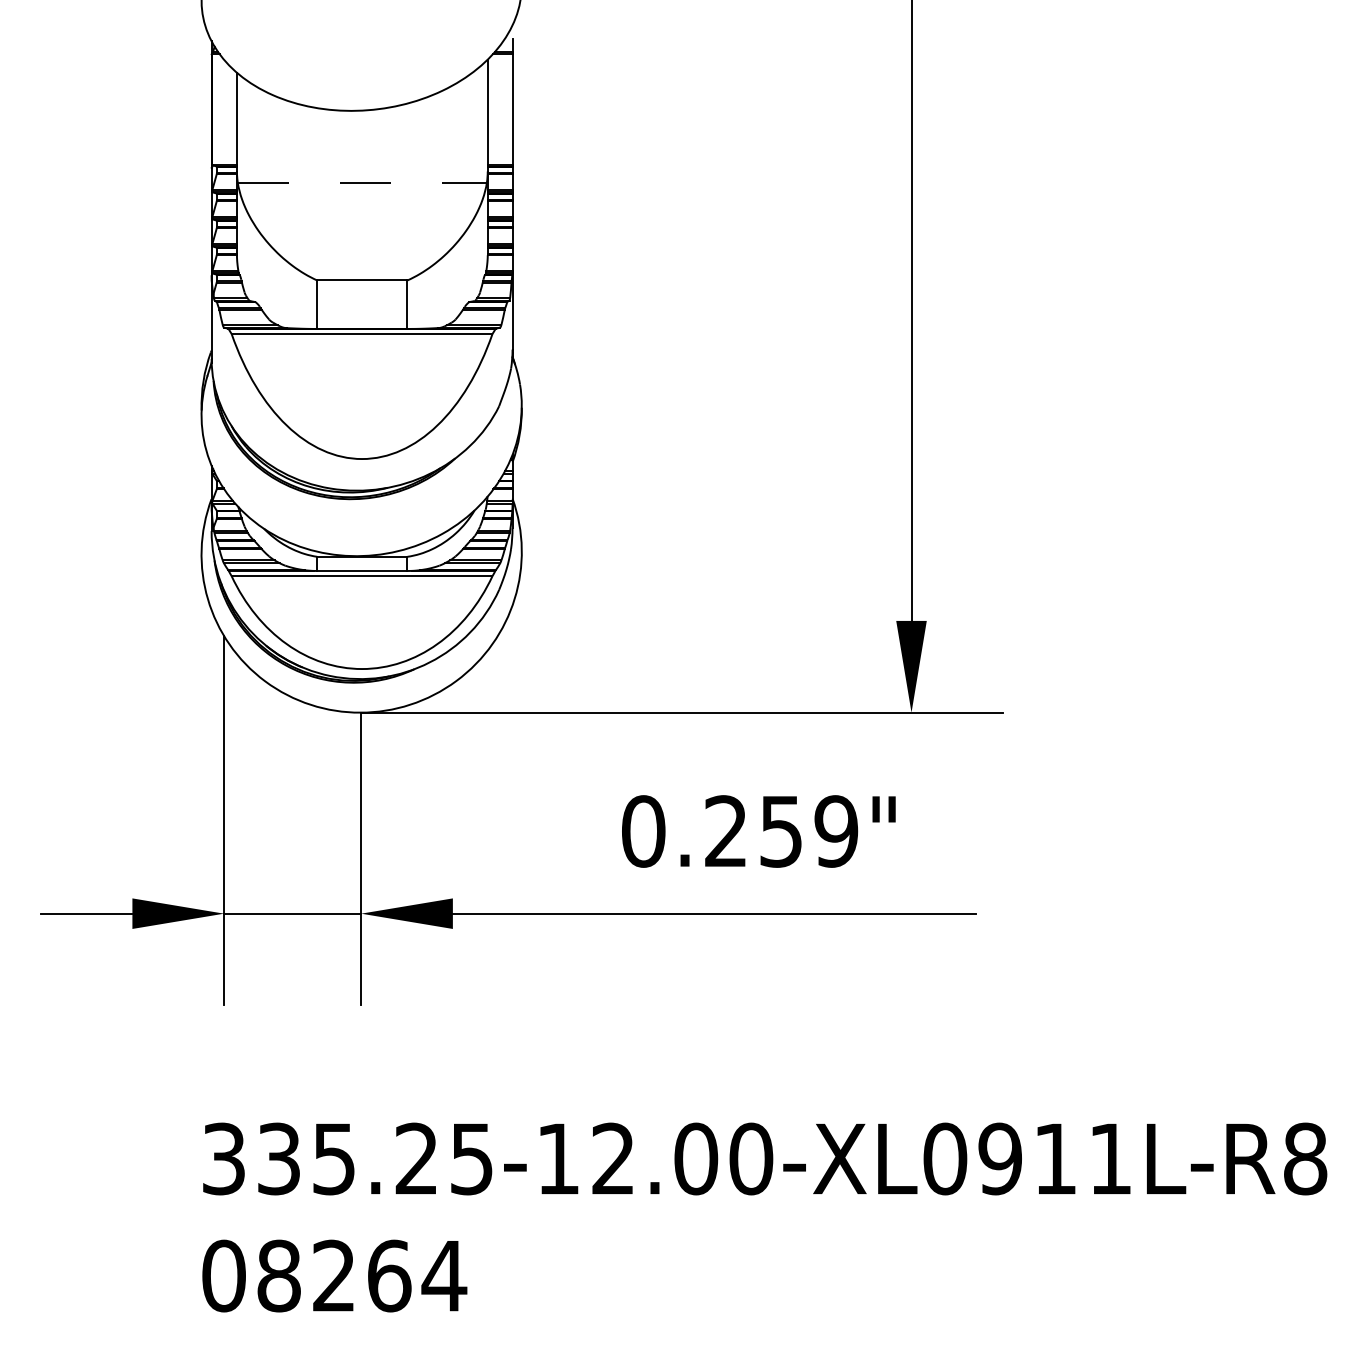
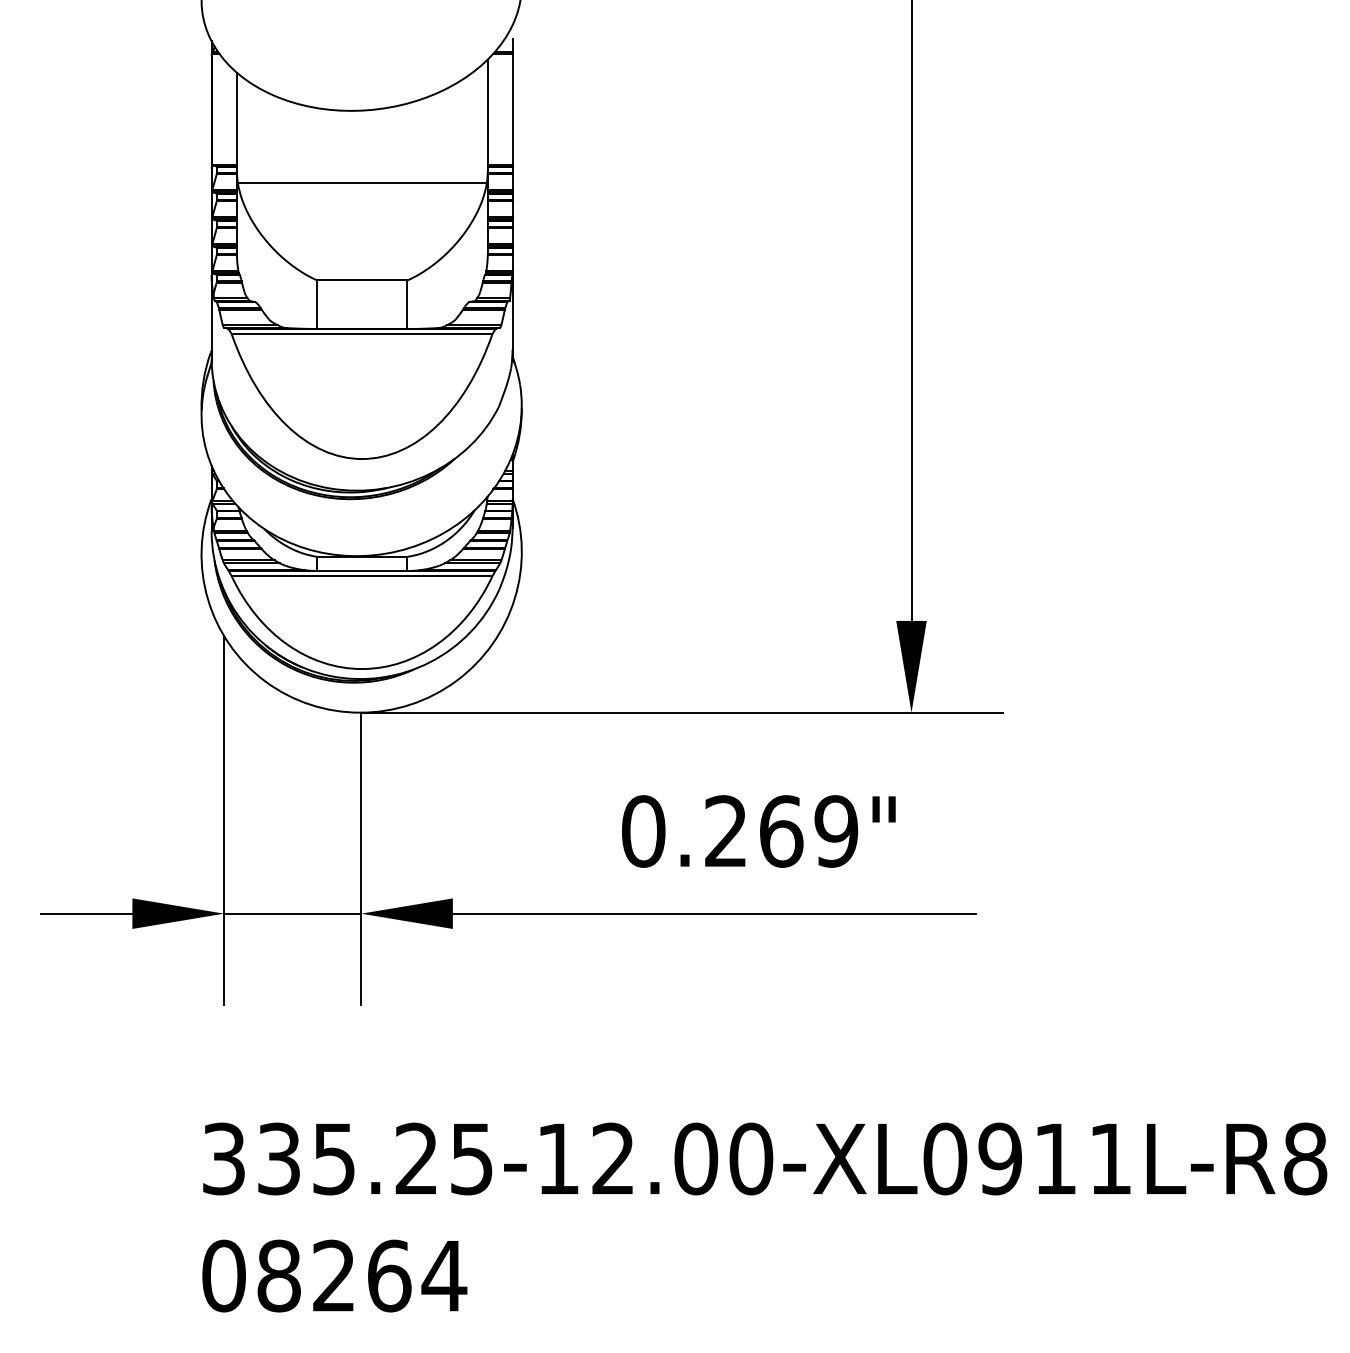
line at (362, 182): dashed -> solid
text at (781, 831): 0.259" -> 0.269"
